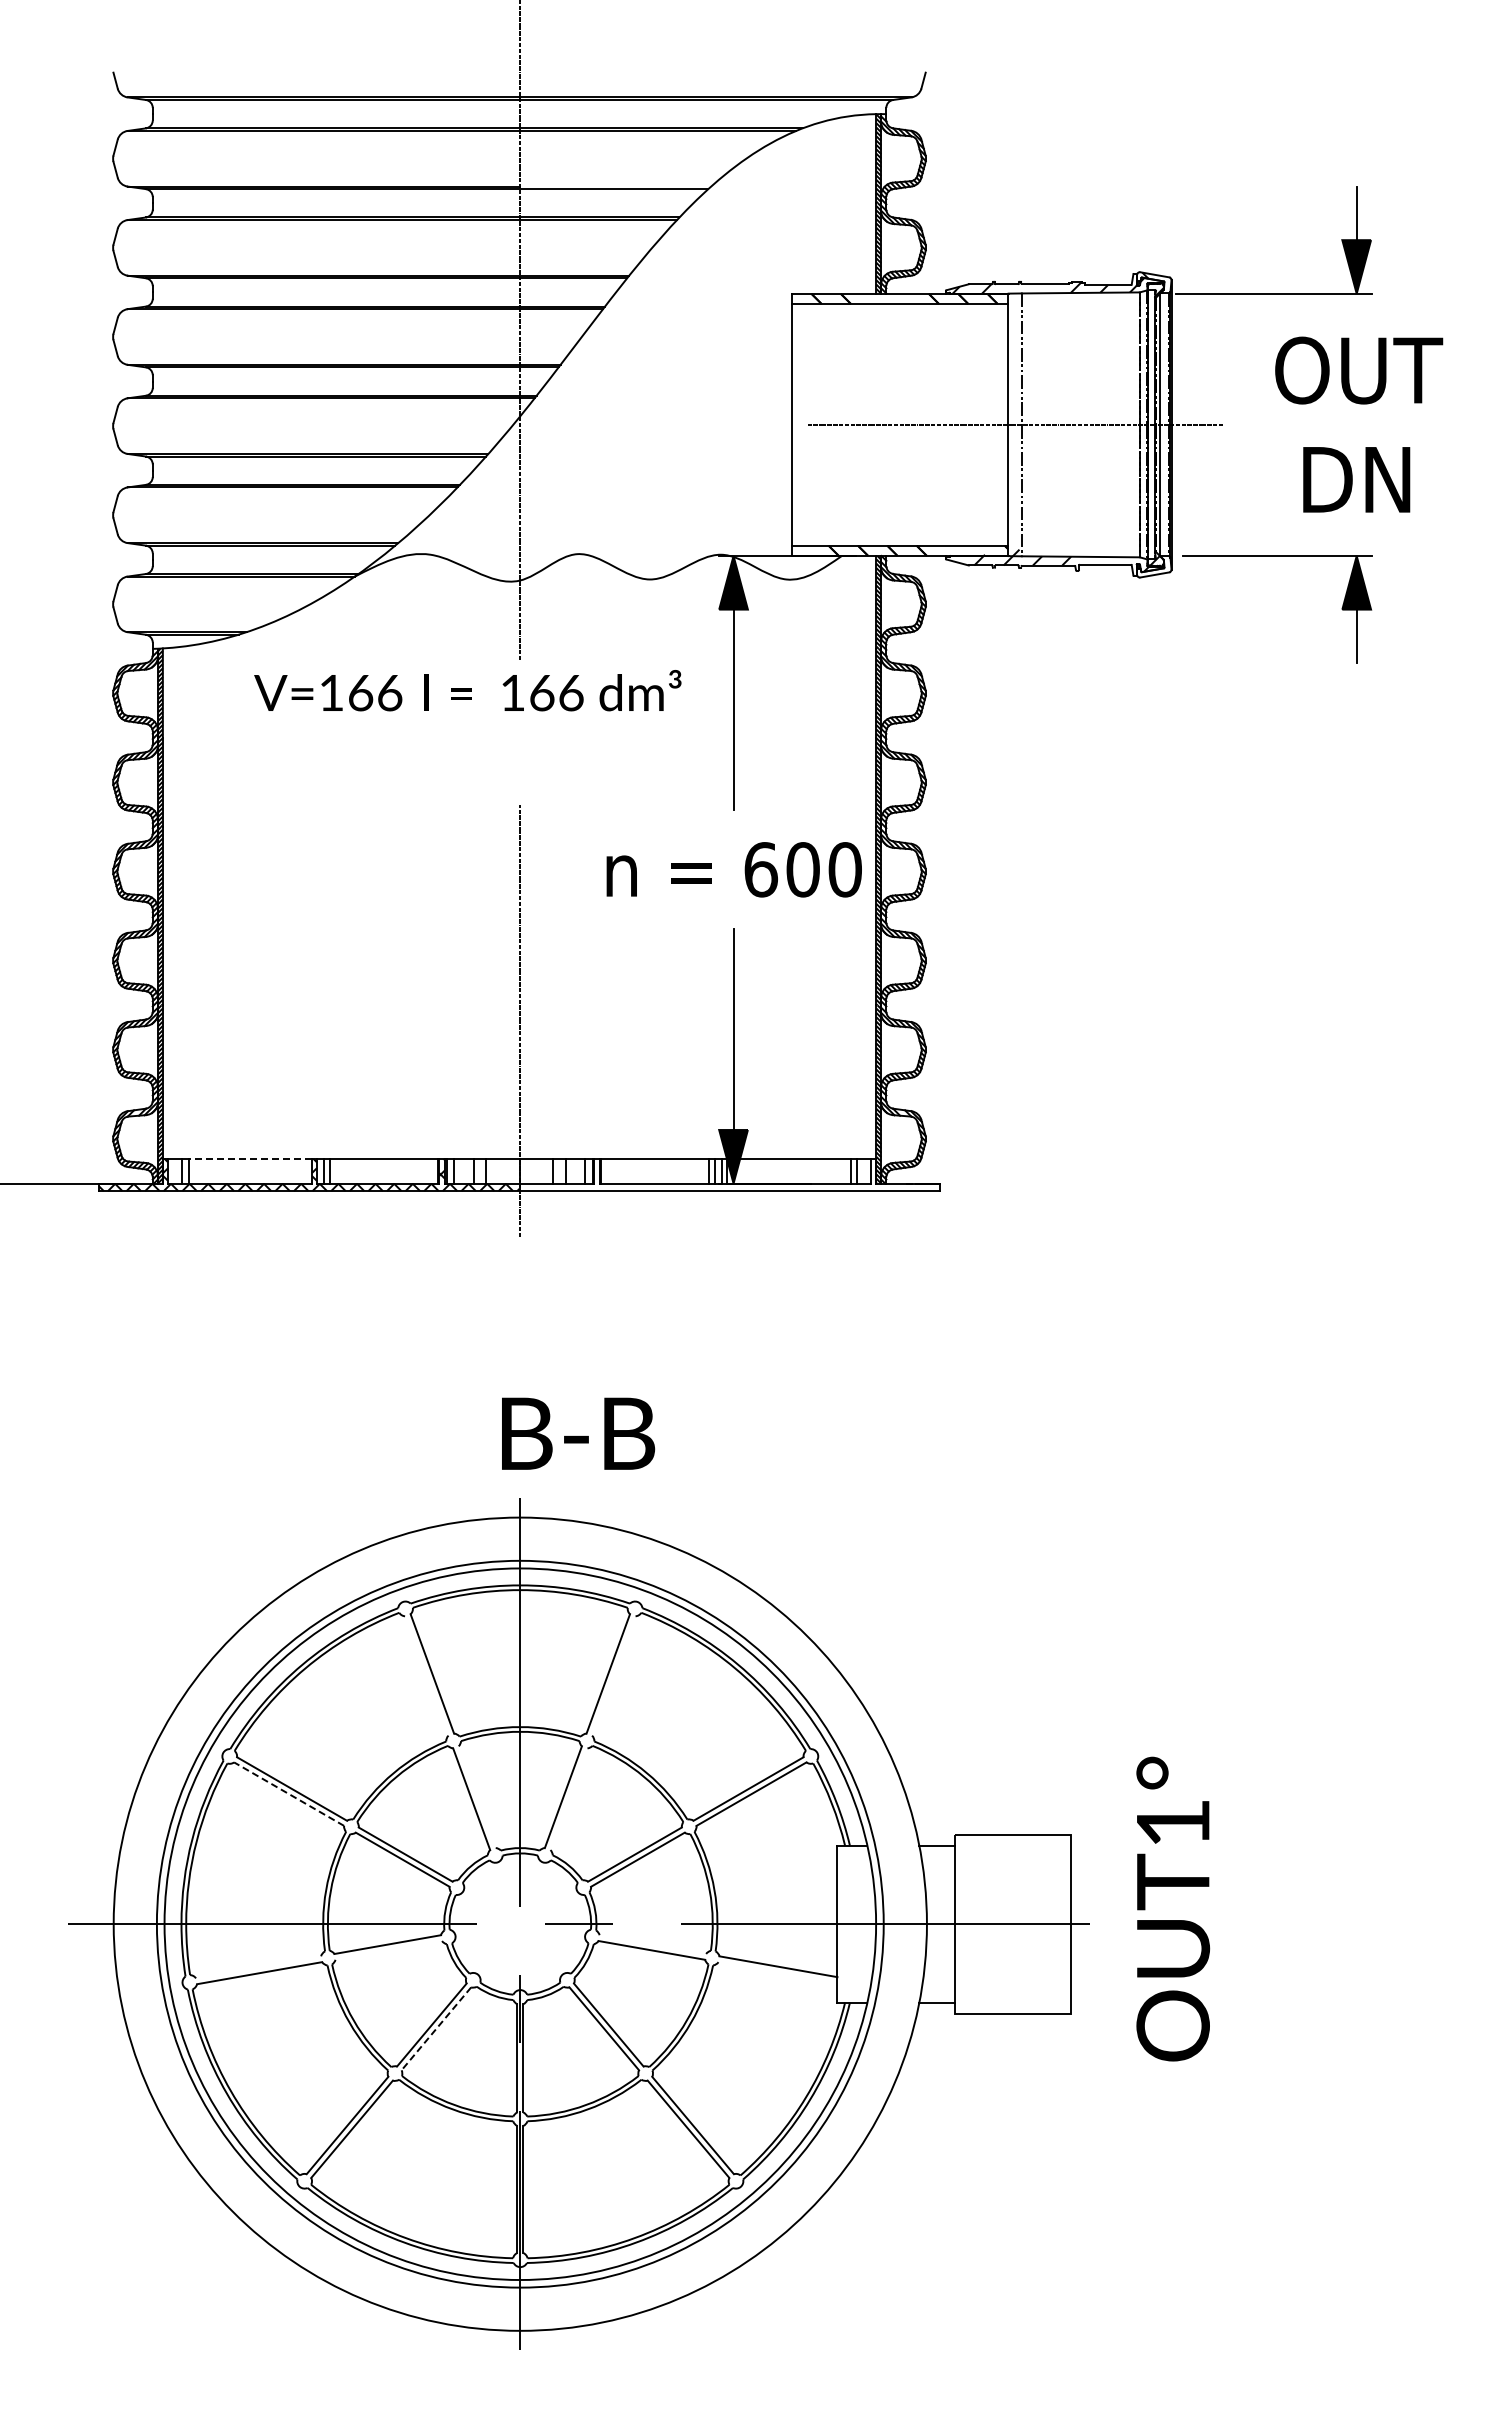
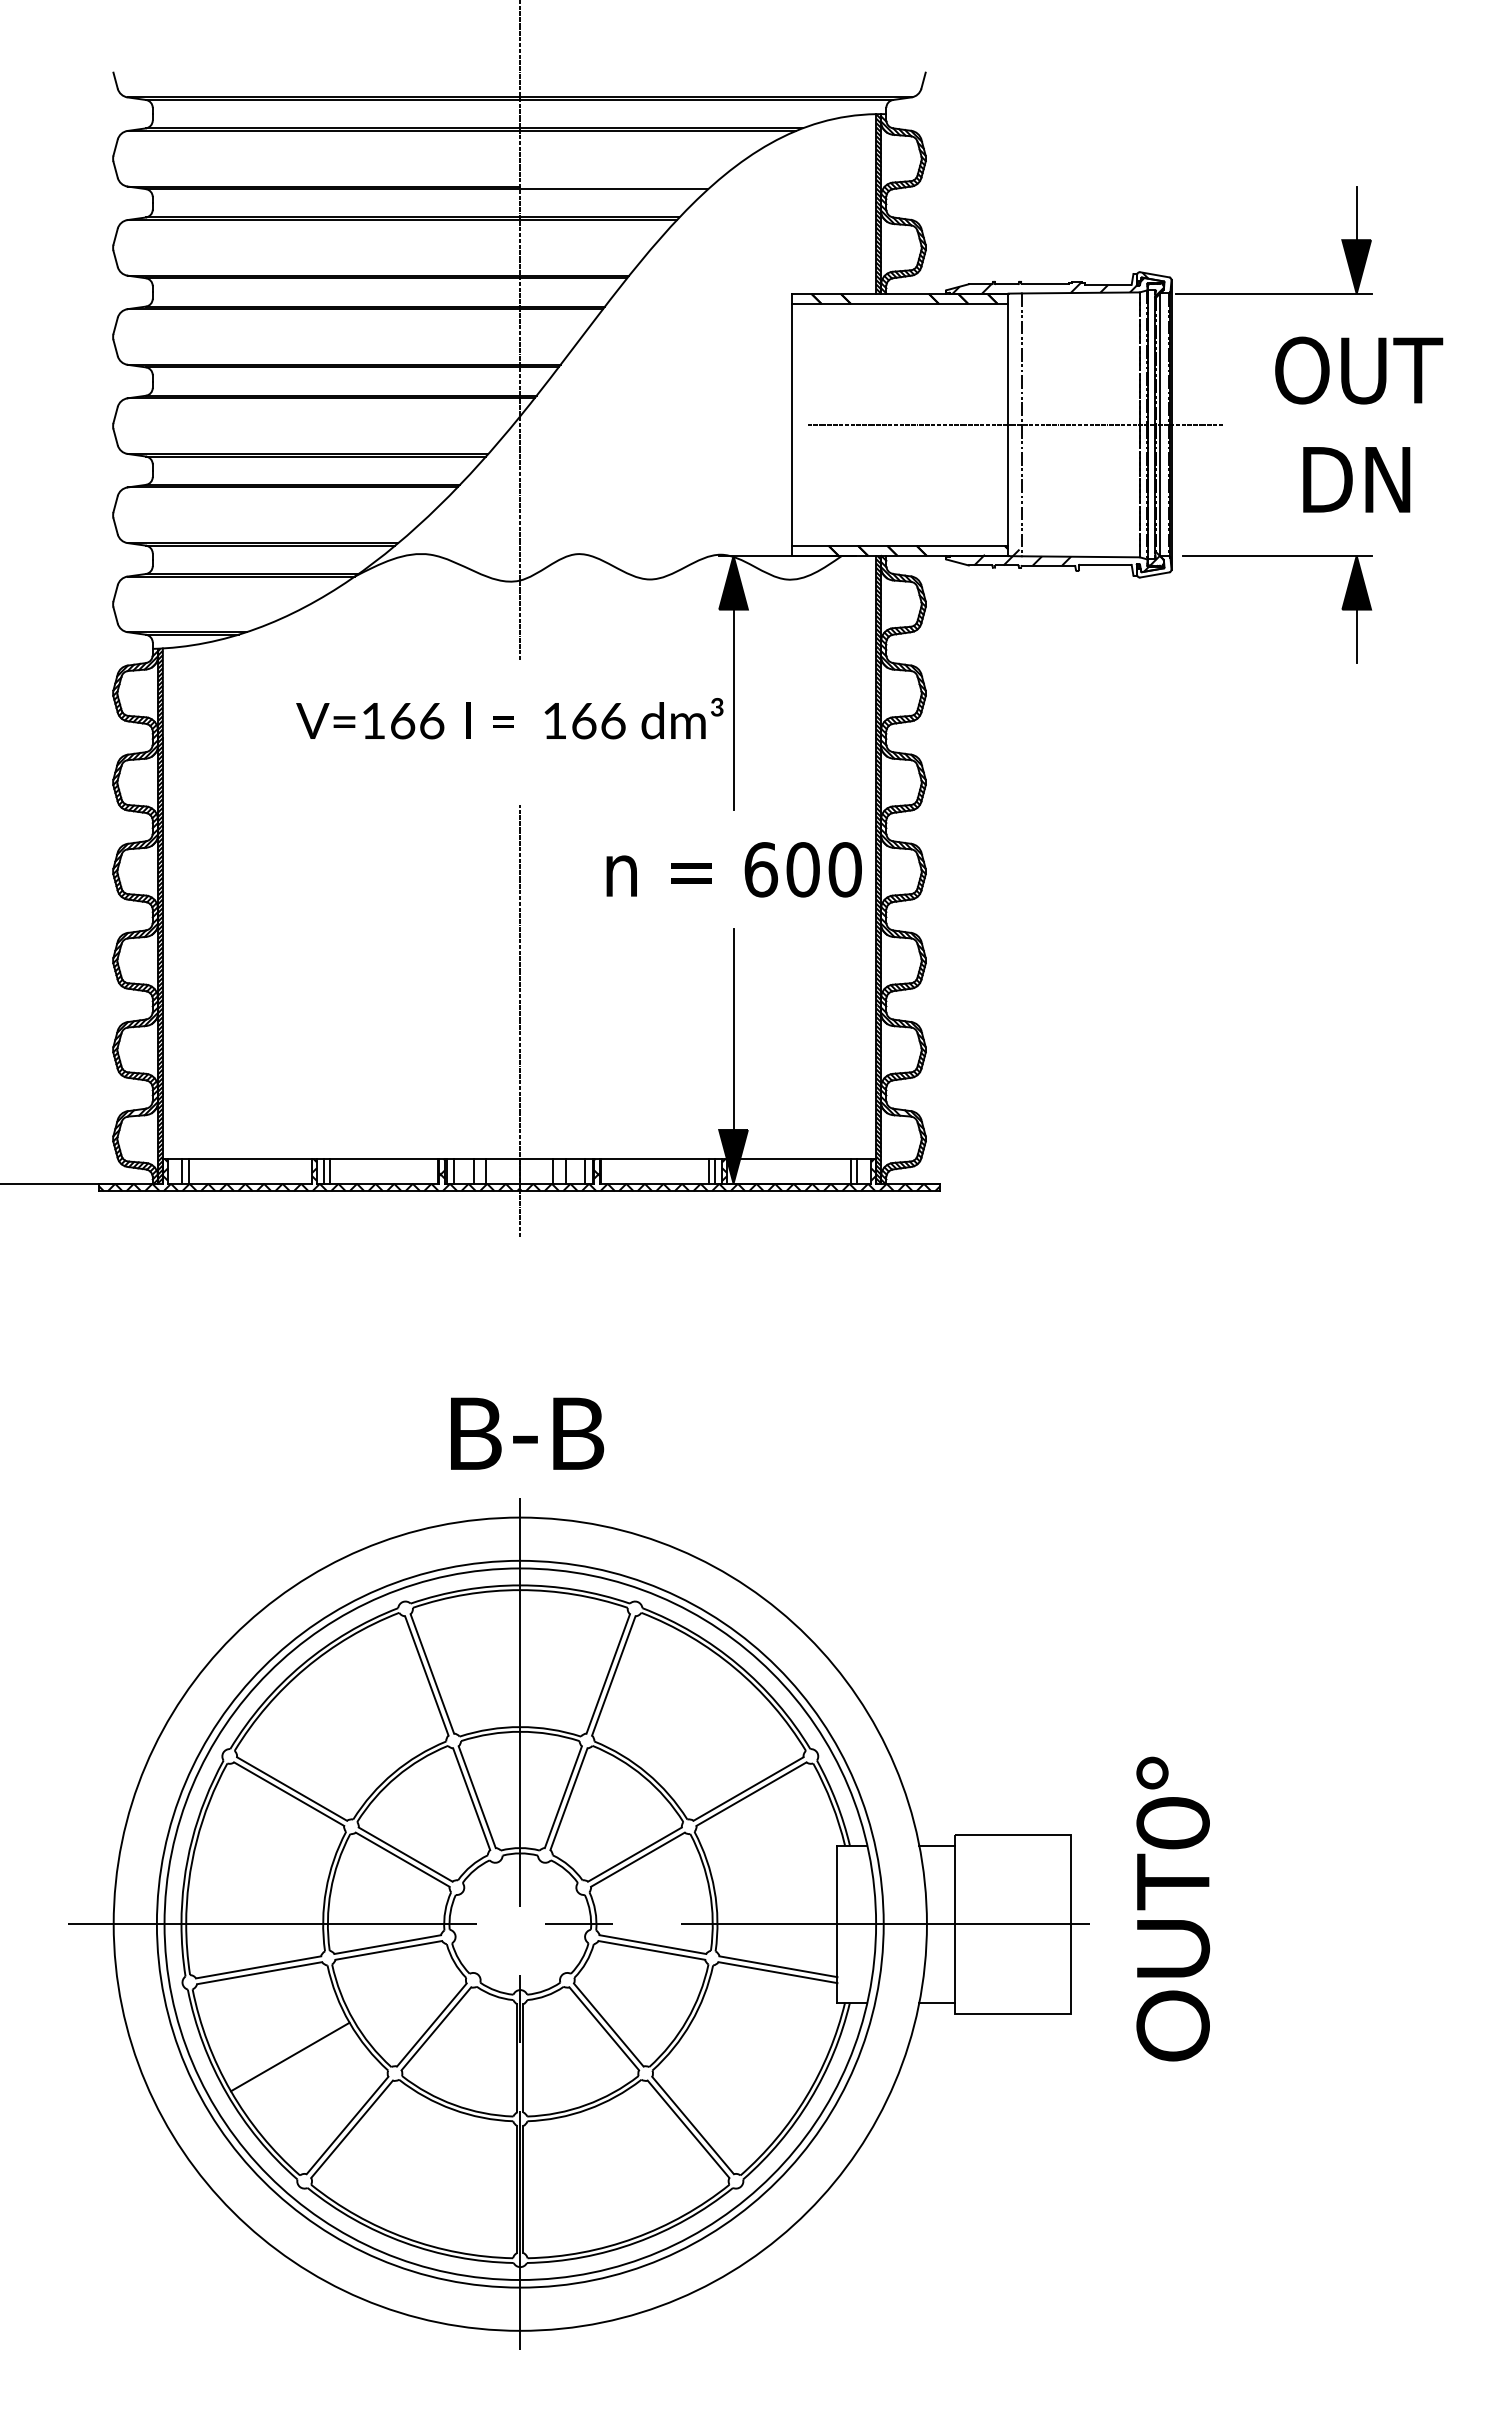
text at (467, 690) position: (467, 690) -> (509, 718)
line at (250, 1158): dashed -> solid
hatch at (729, 1174): none -> present
text at (578, 1433) position: (578, 1433) -> (527, 1433)
line at (426, 1675): none -> present
line at (613, 1675): none -> present
line at (289, 1794): dashed -> solid
line at (476, 1797): none -> present
line at (568, 1799): none -> present
text at (1172, 1823): OUT1° -> OUT0°
line at (652, 1944): none -> present
line at (388, 1950): none -> present
line at (258, 1967): none -> present
line at (777, 1972): none -> present
line at (436, 2029): dashed -> solid
line at (289, 2056): none -> present
